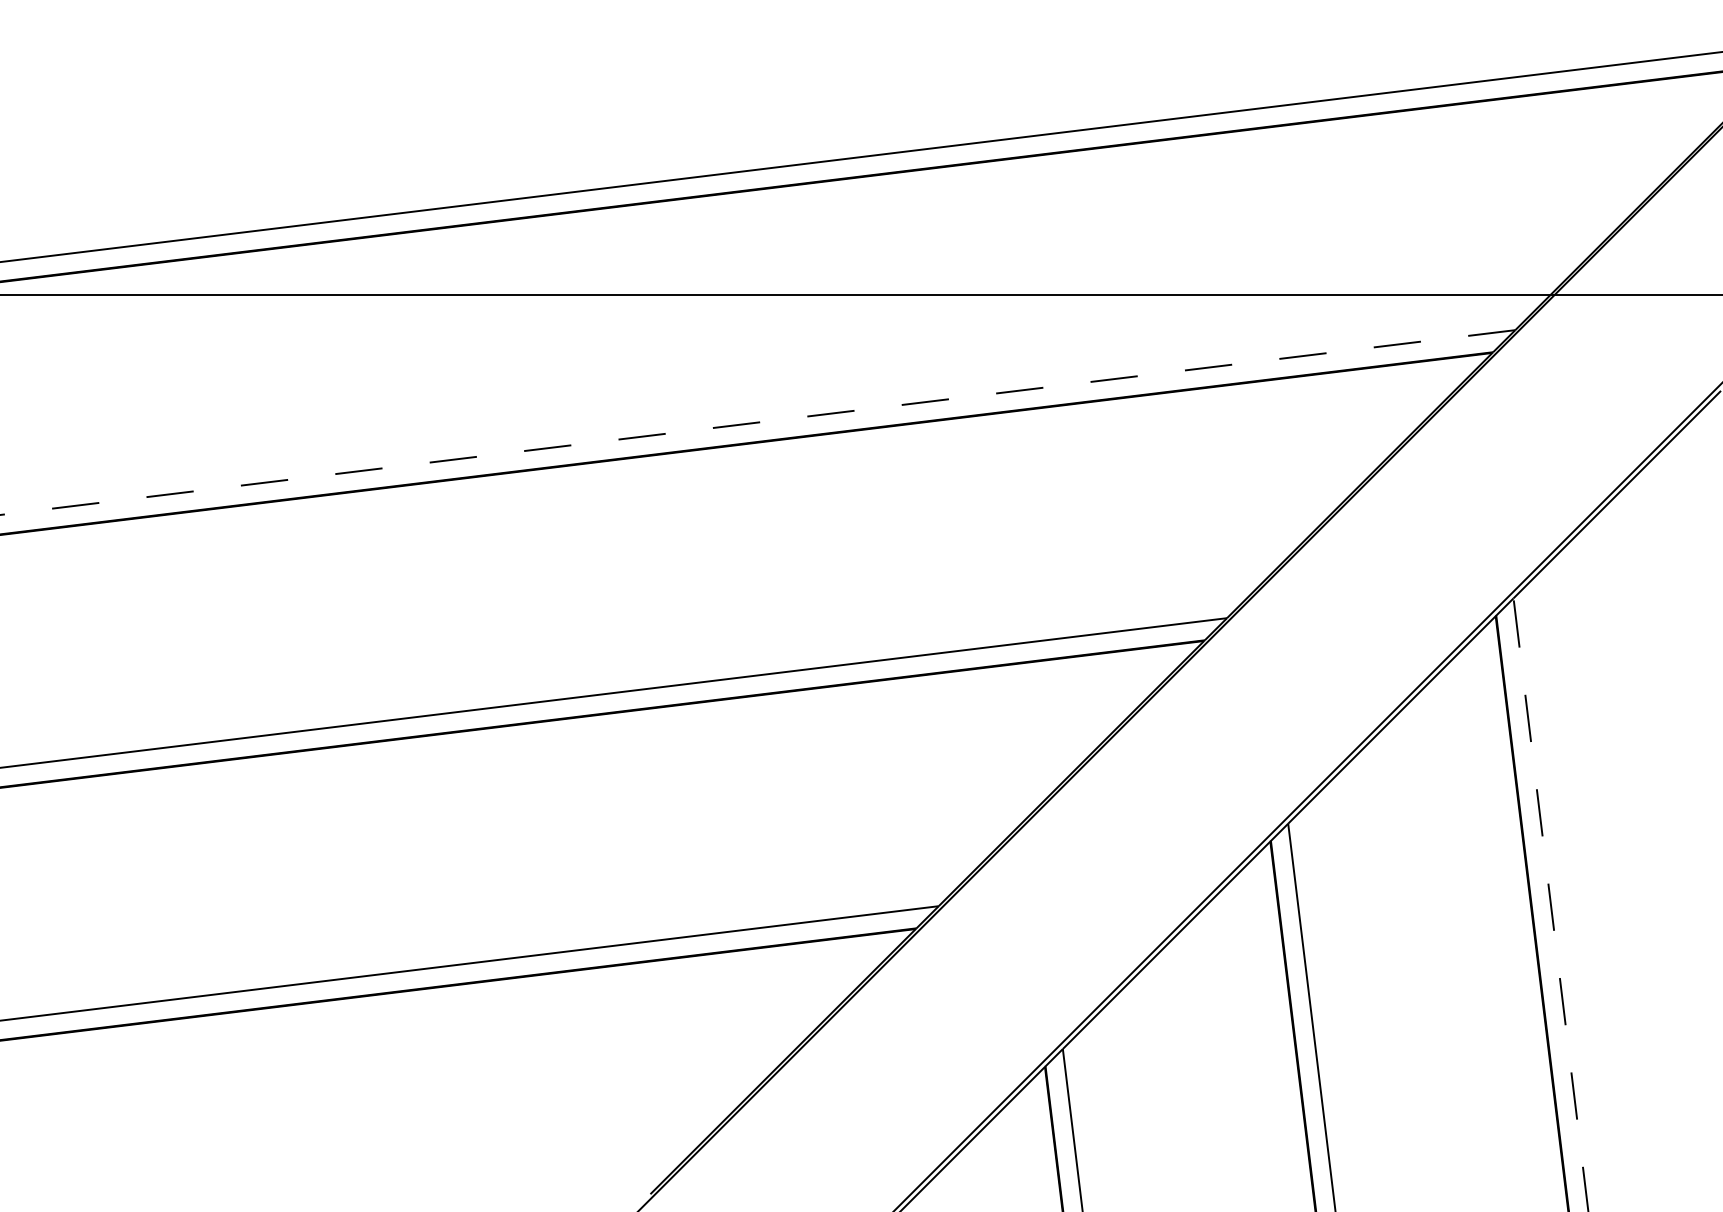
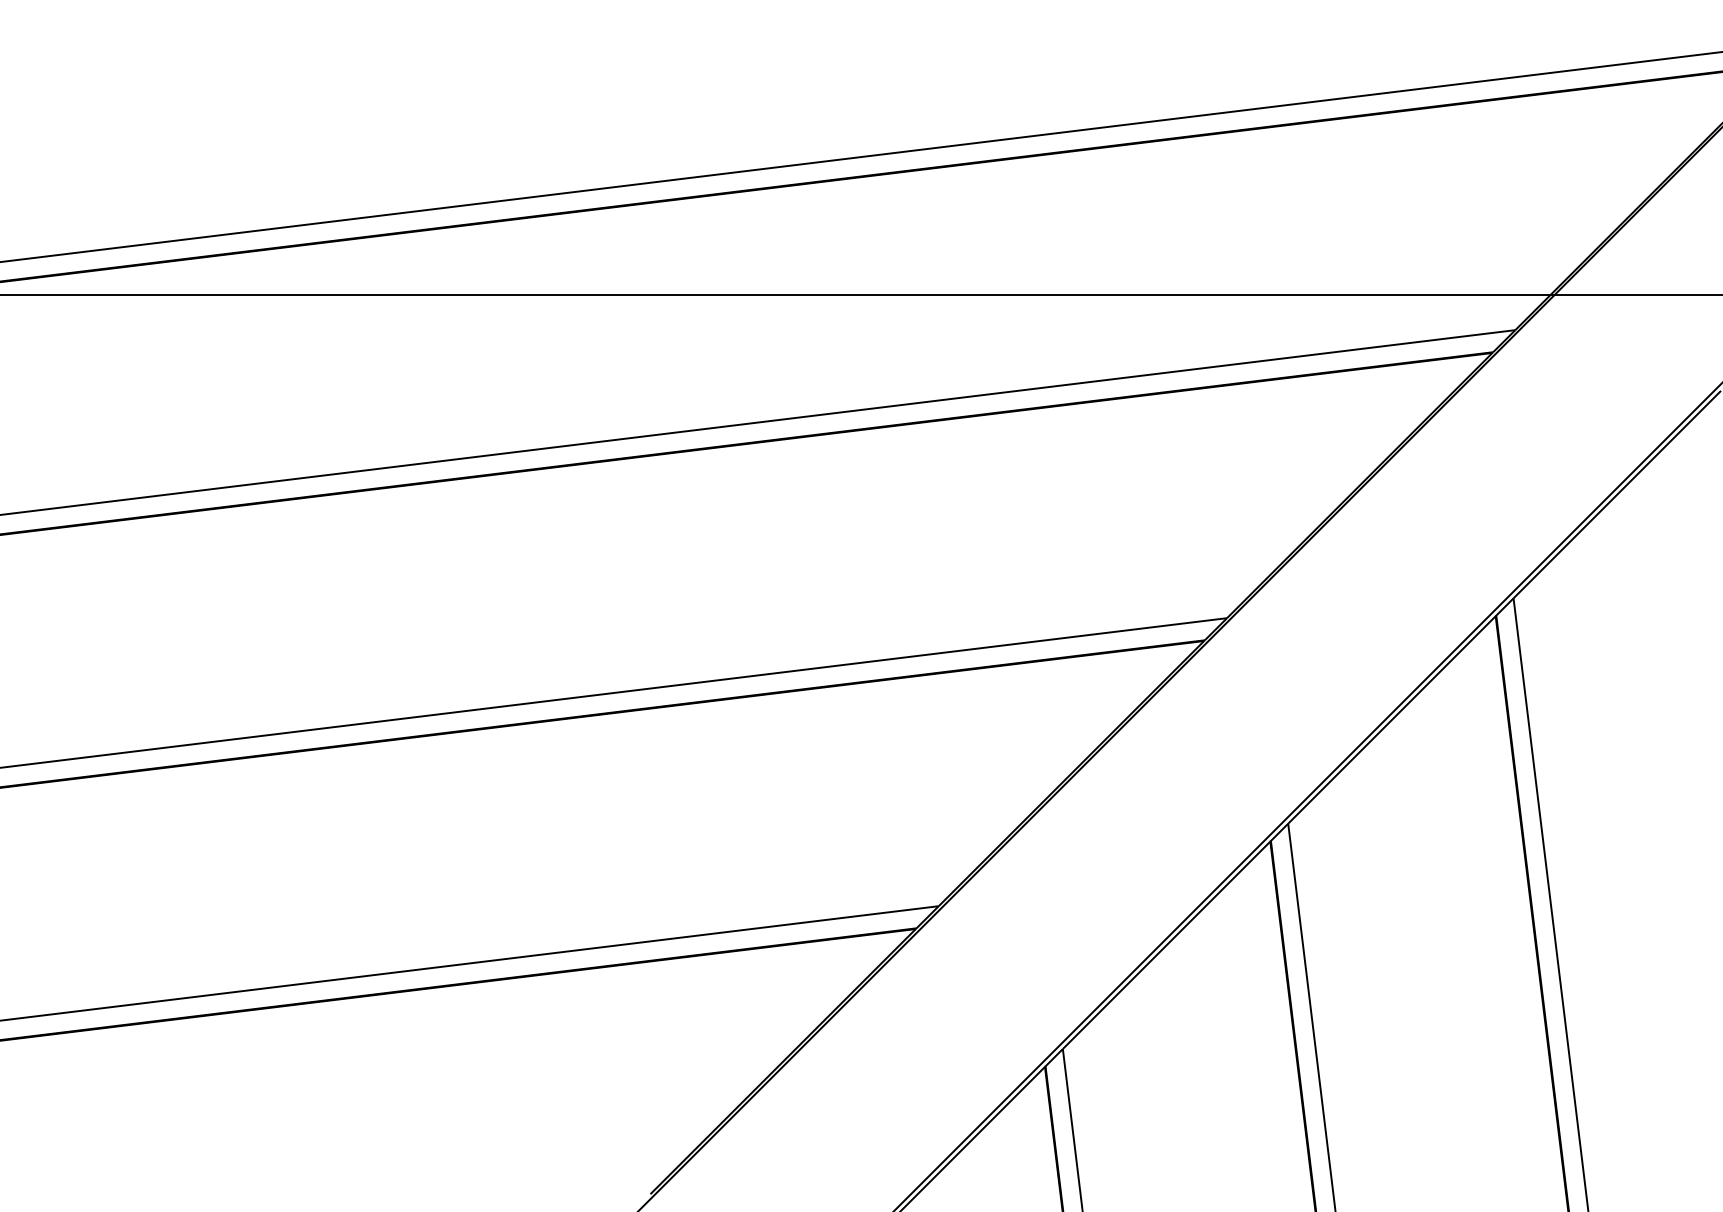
line at (758, 422): dashed -> solid
line at (1550, 905): dashed -> solid
